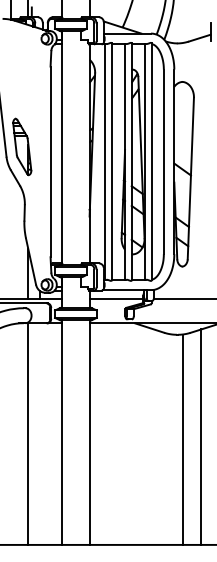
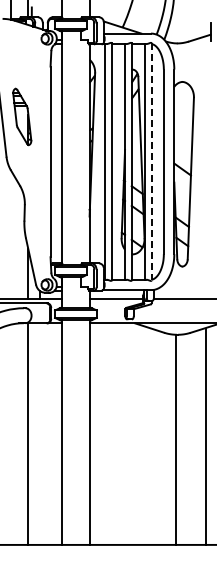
part at (22, 146) position: (22, 146) -> (22, 116)
line at (151, 161): solid -> dashed
line at (201, 436) position: (201, 436) -> (206, 436)
line at (182, 439) position: (182, 439) -> (175, 439)
